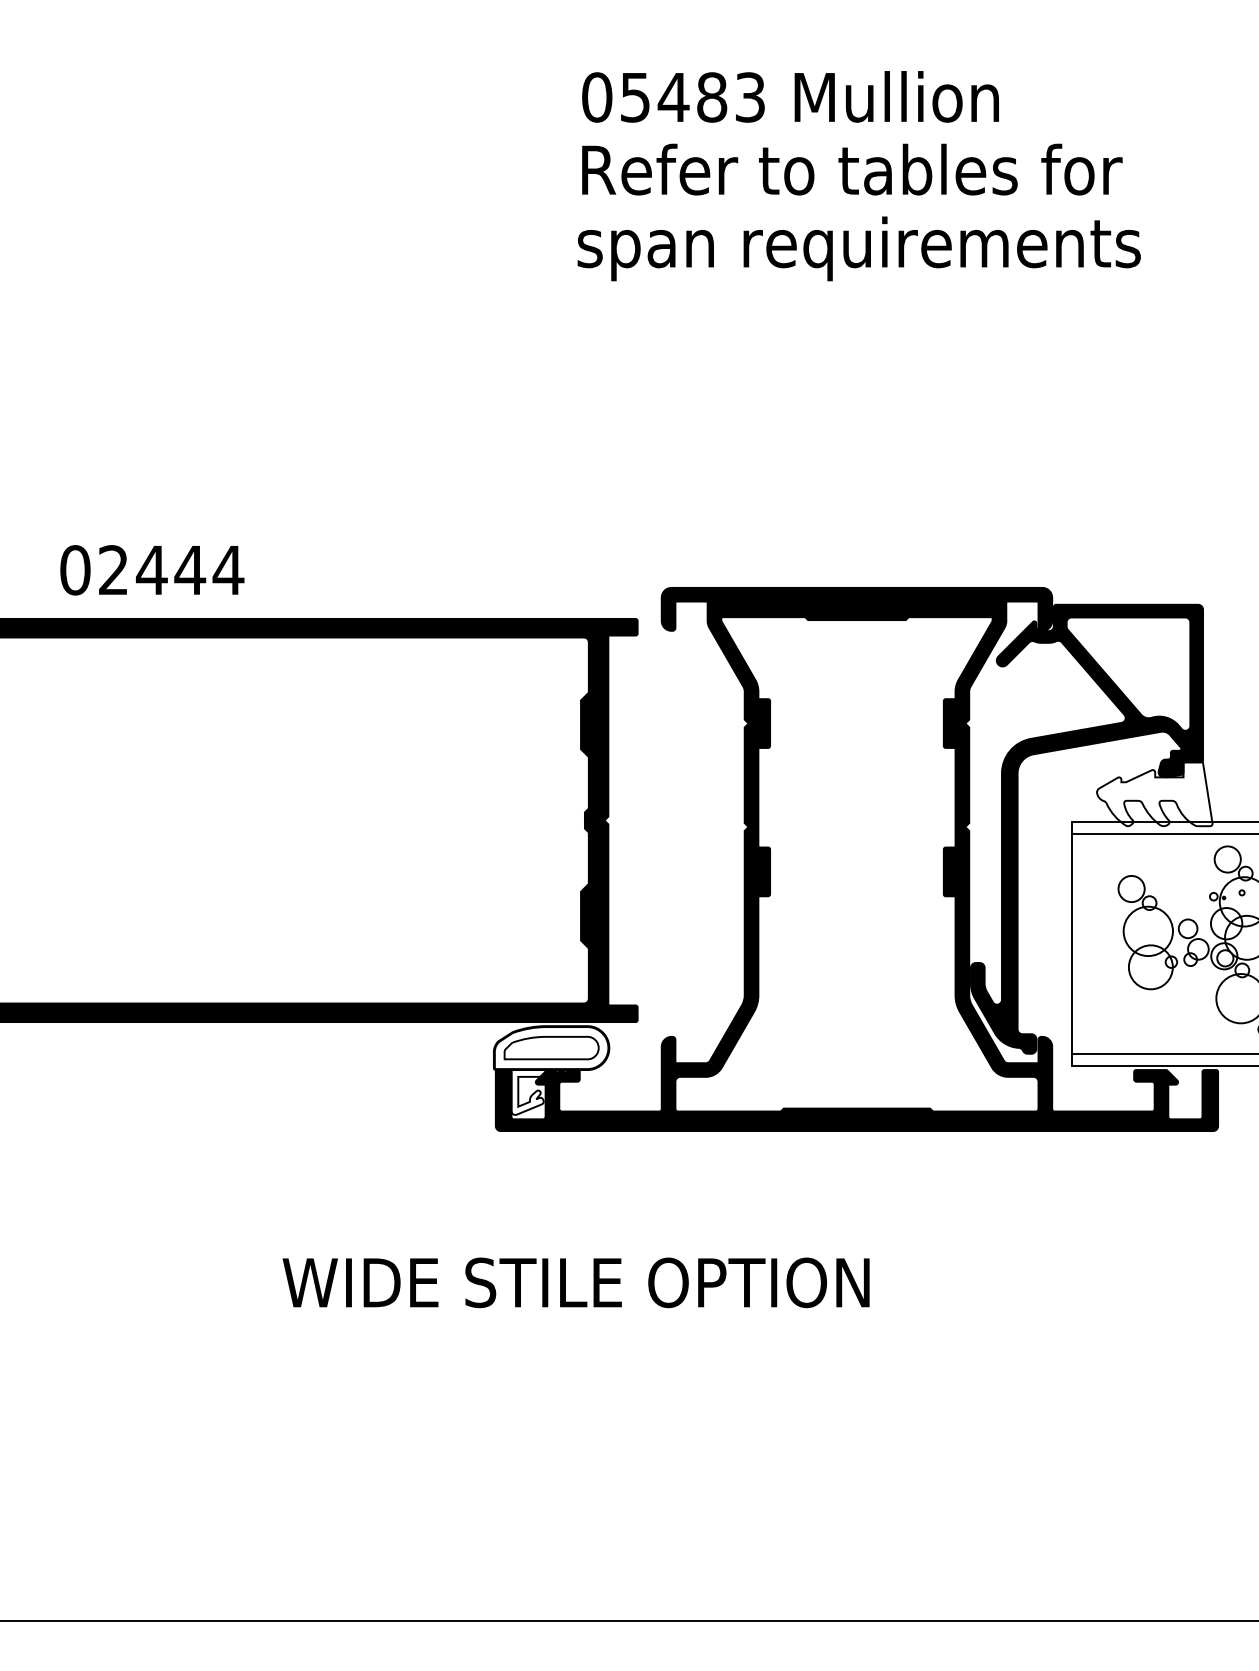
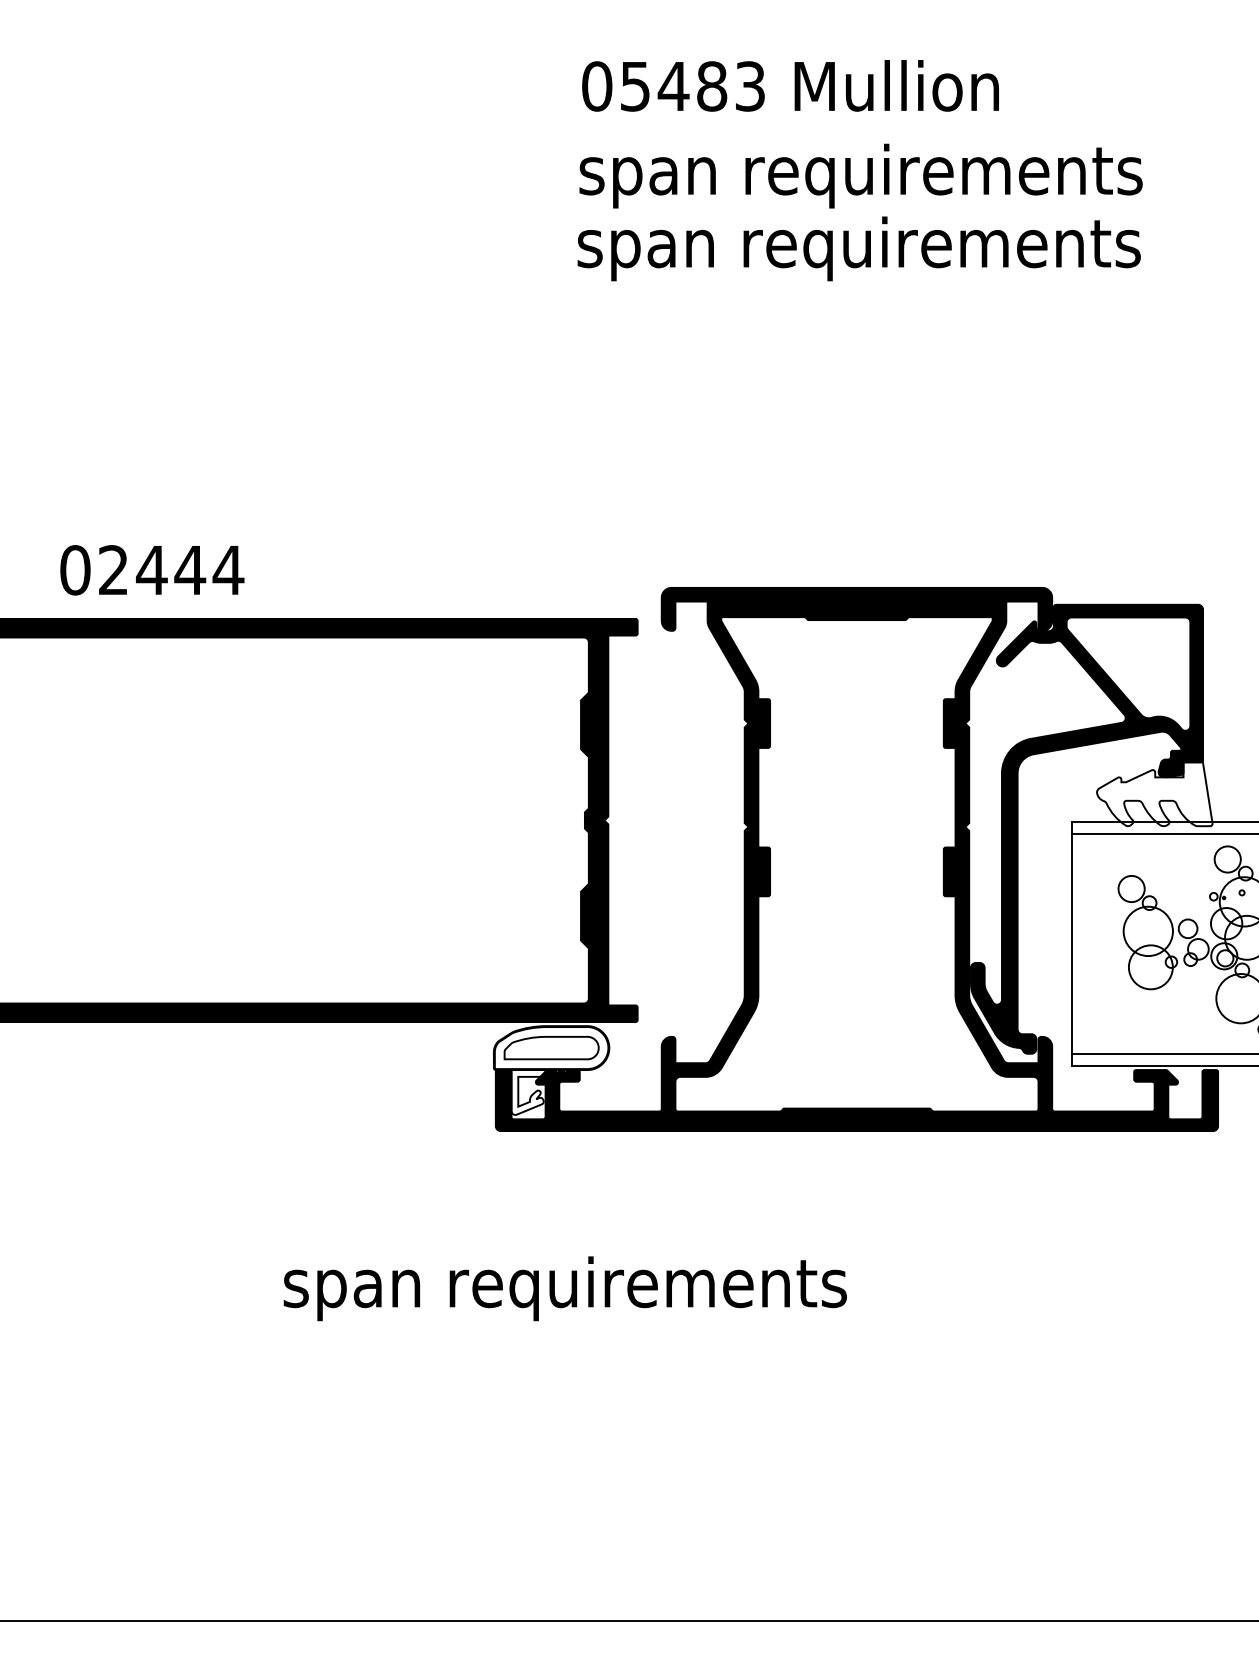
text at (790, 96) position: (790, 96) -> (790, 85)
text at (860, 175): Refer to tables for -> span requirements
text at (575, 1288): WIDE STILE OPTION -> span requirements
